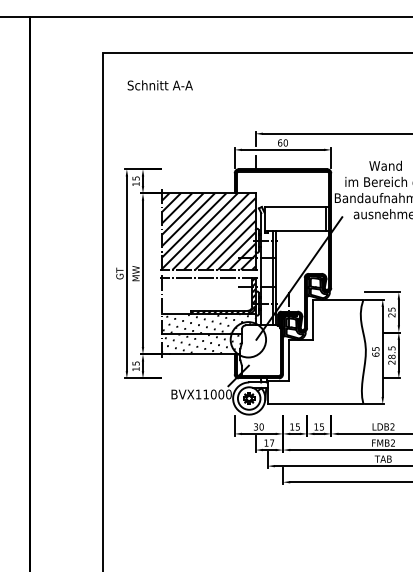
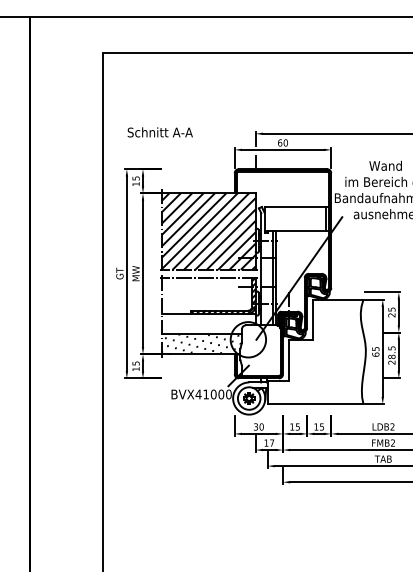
text at (159, 85) position: (159, 85) -> (159, 132)
hatch at (209, 324): present -> none
text at (198, 394): BVX11000 -> BVX41000
